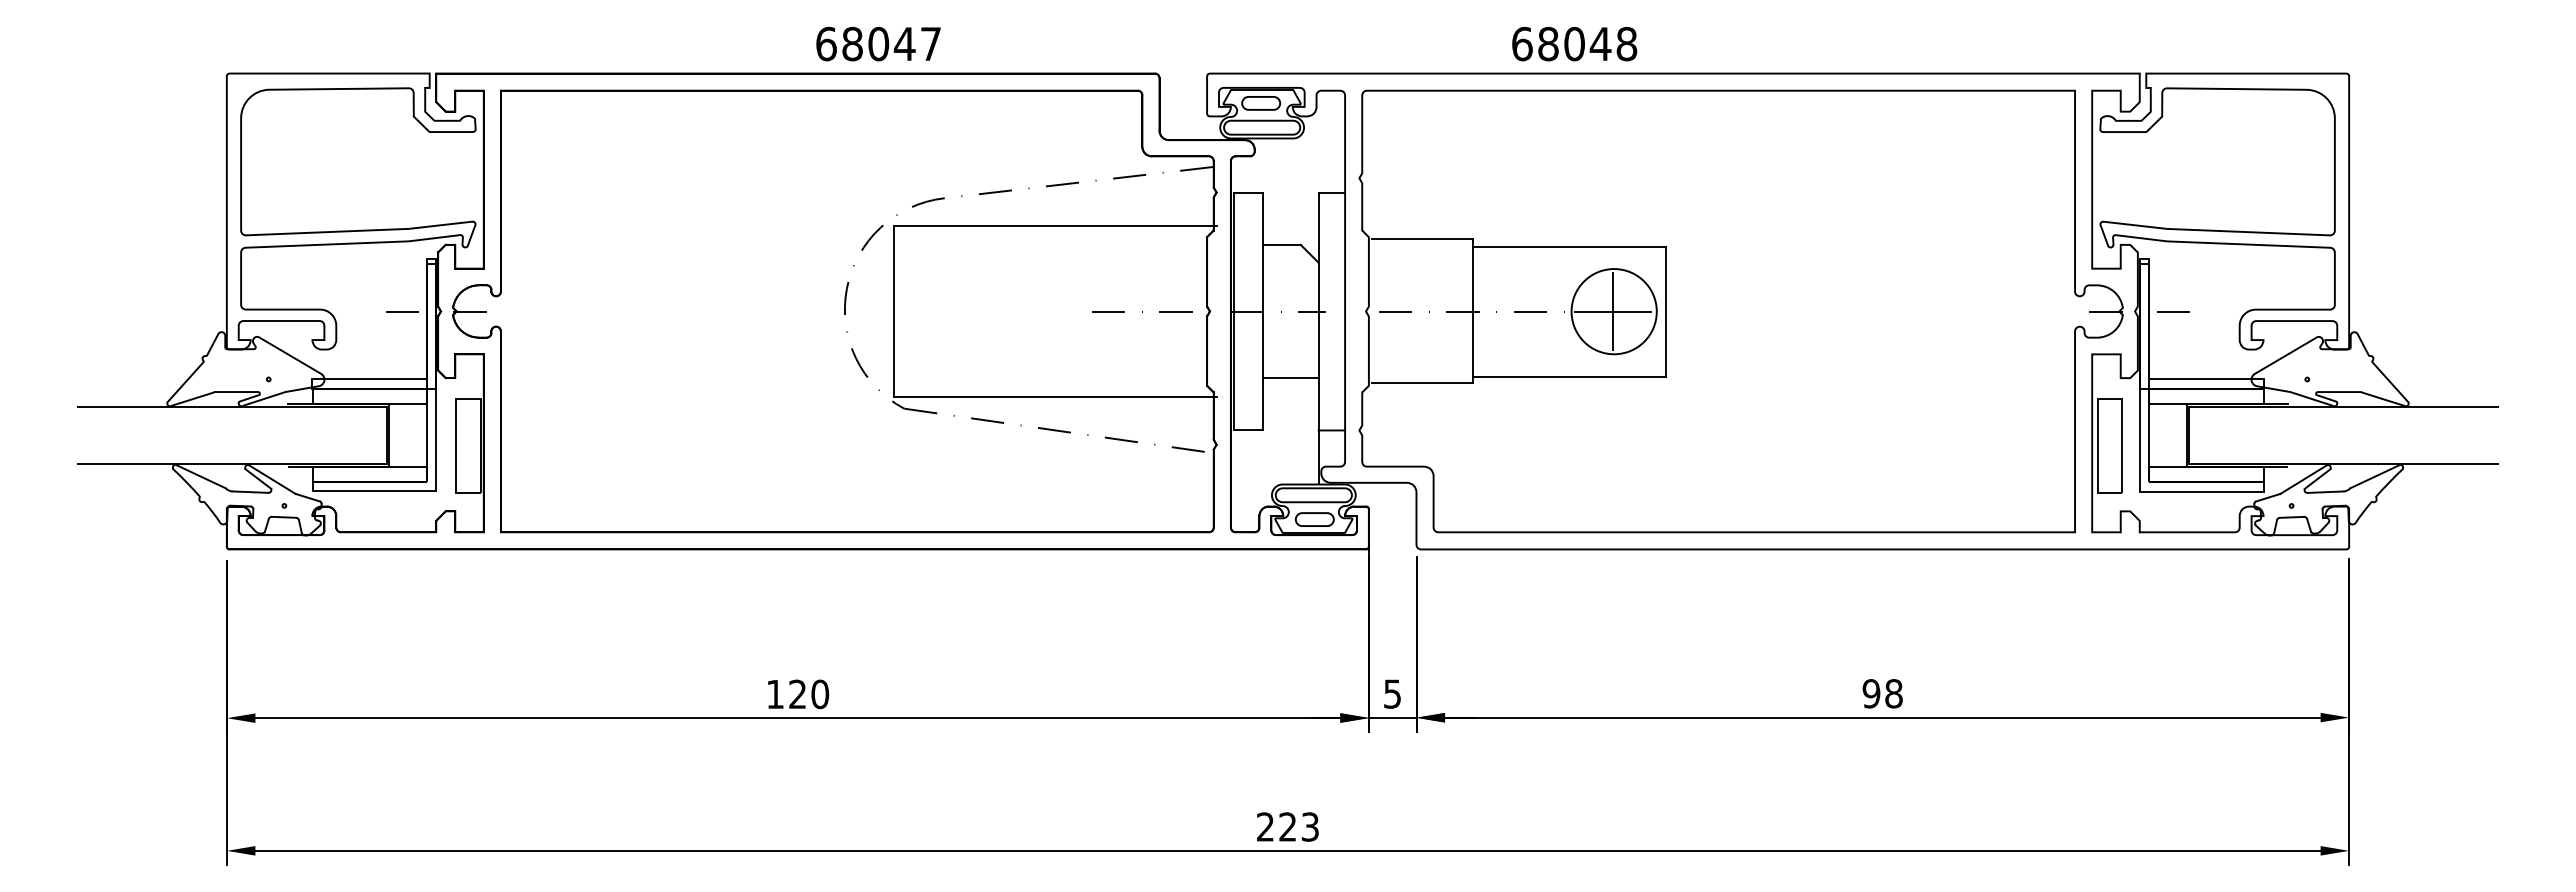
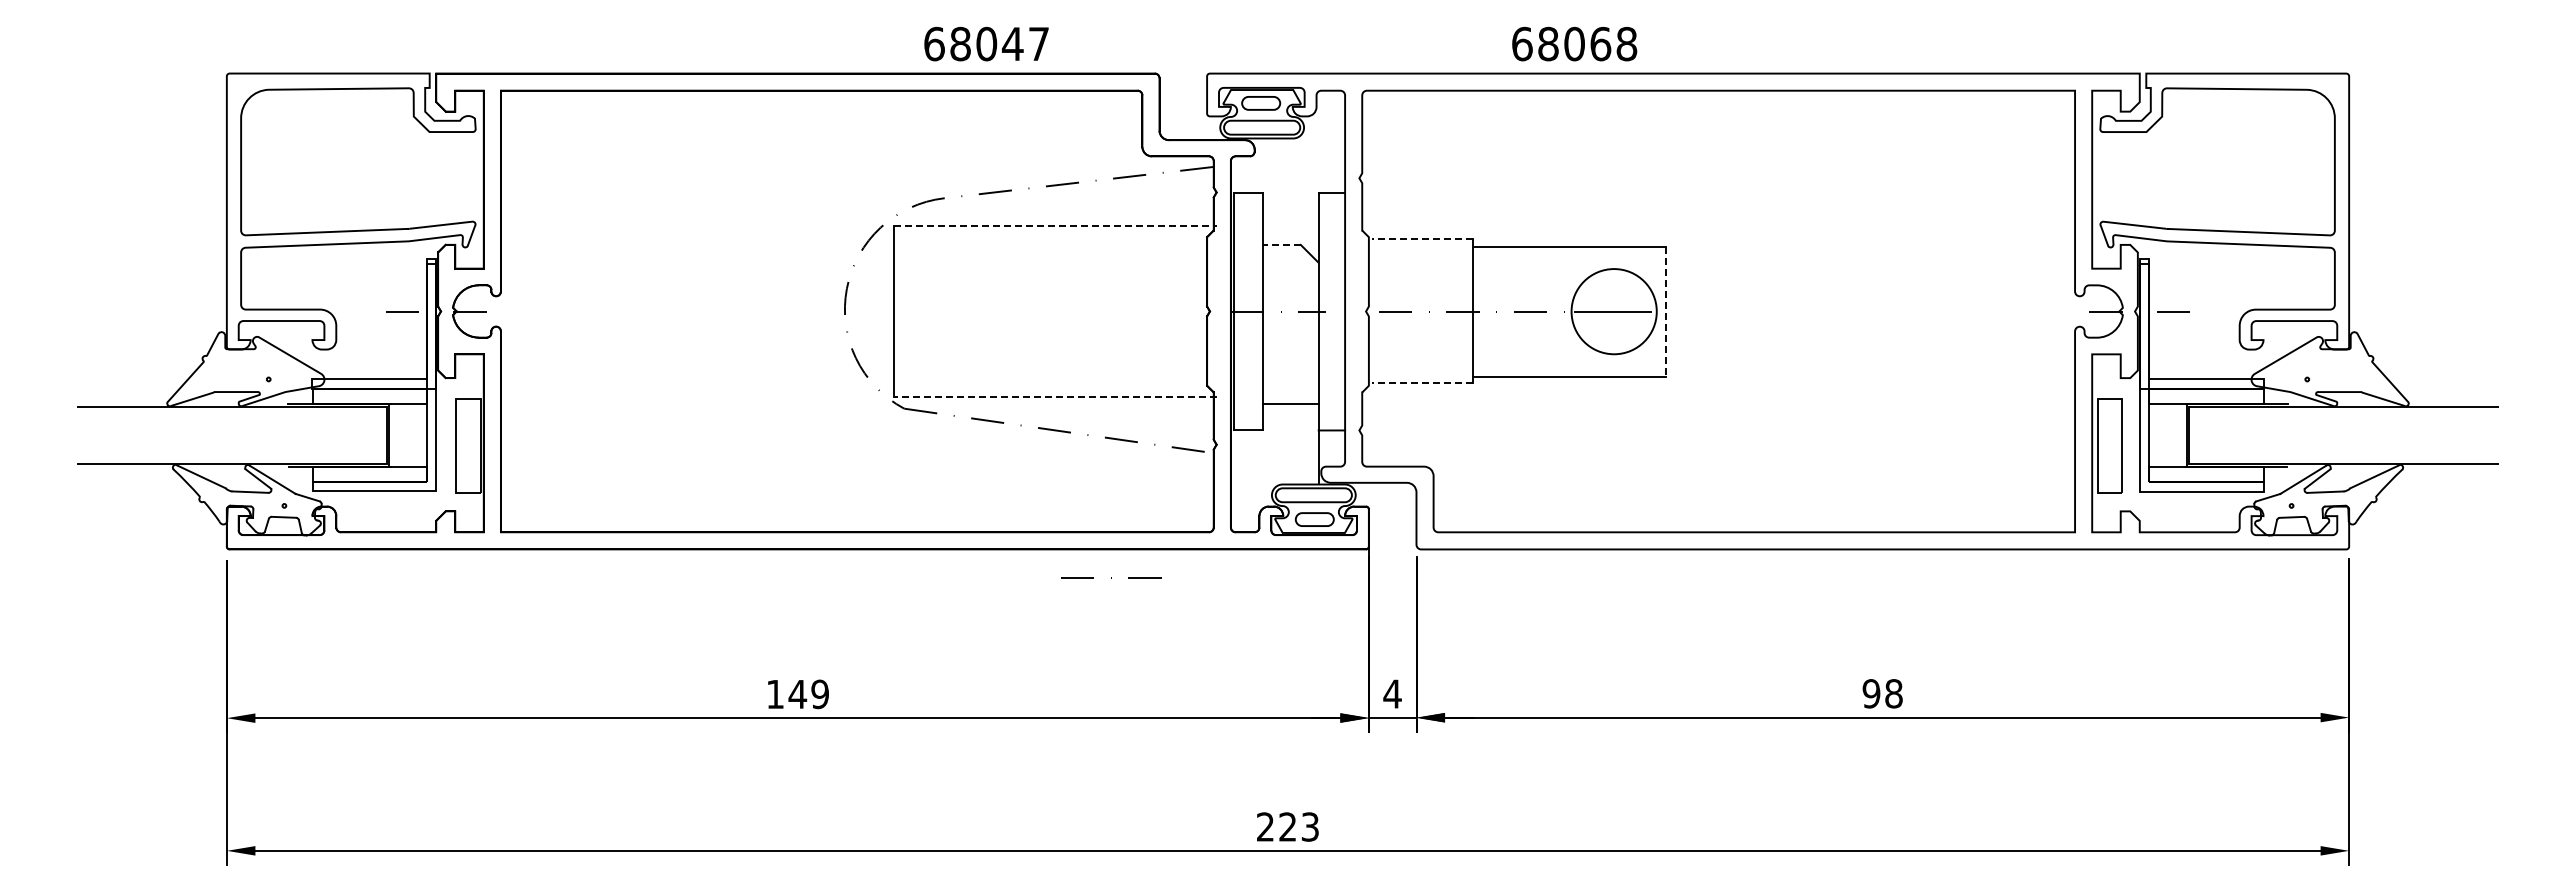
text at (878, 43) position: (878, 43) -> (986, 43)
text at (1600, 43): 68048 -> 68068
line at (1055, 225): solid -> dashed
line at (1422, 238): solid -> dashed
line at (1281, 244): solid -> dashed
line at (1142, 311) position: (1142, 311) -> (1111, 577)
line at (1612, 311): present -> none
line at (1665, 312): solid -> dashed
line at (1290, 378) position: (1290, 378) -> (1290, 404)
line at (1422, 382): solid -> dashed
line at (1054, 397): solid -> dashed
text at (1392, 693): 5 -> 4
text at (808, 694): 120 -> 149
